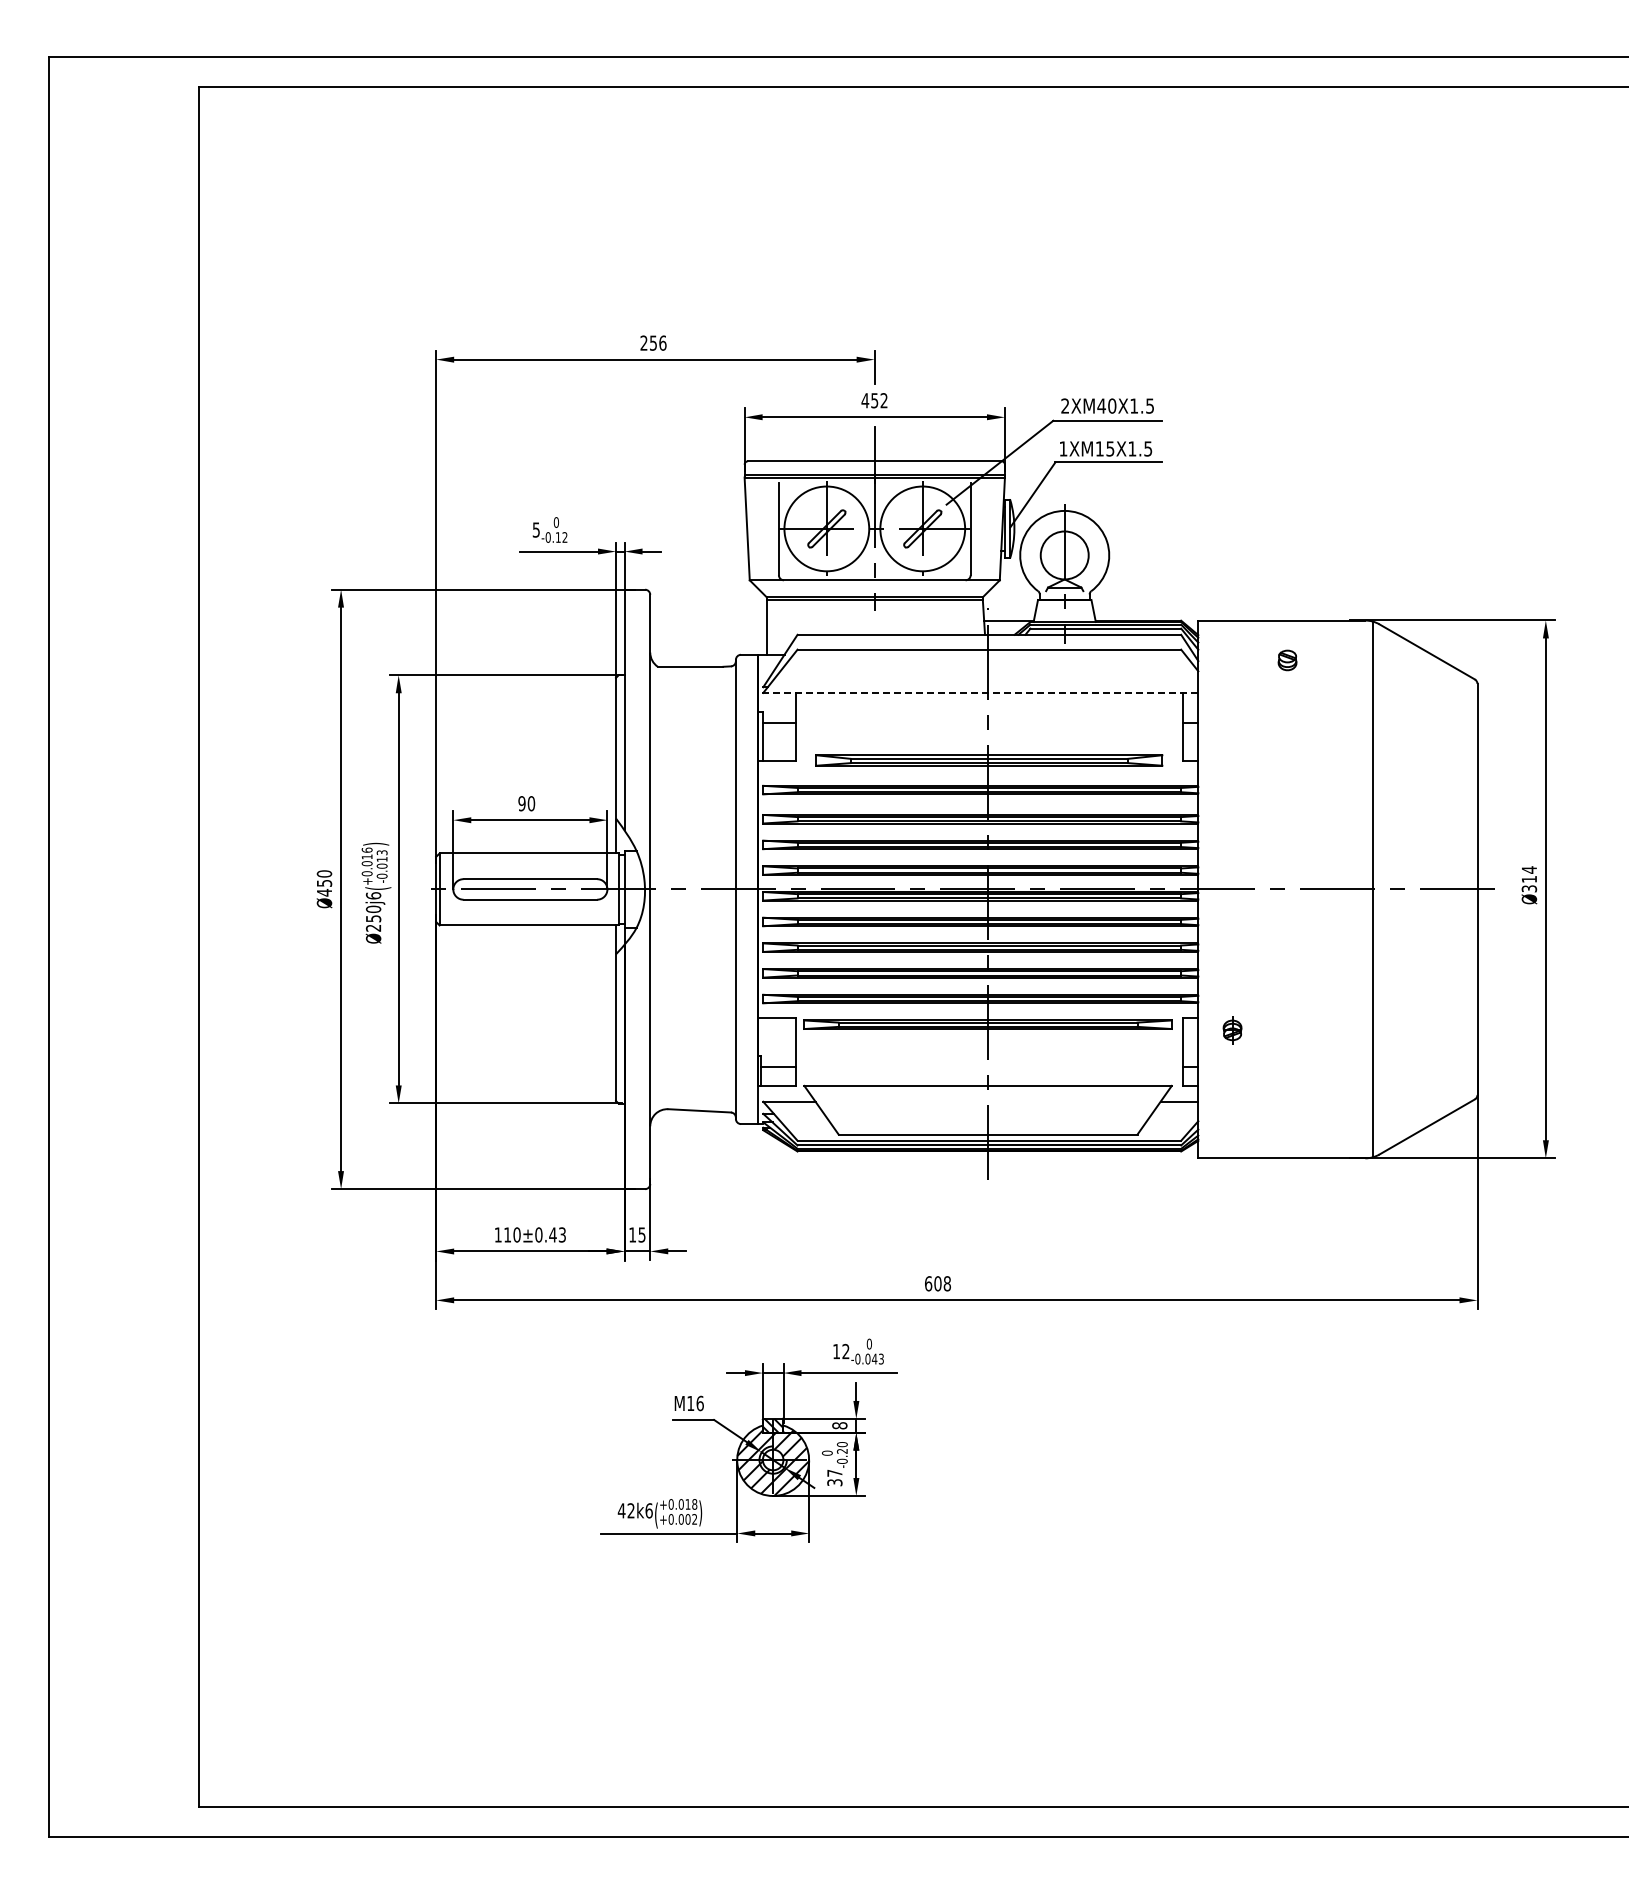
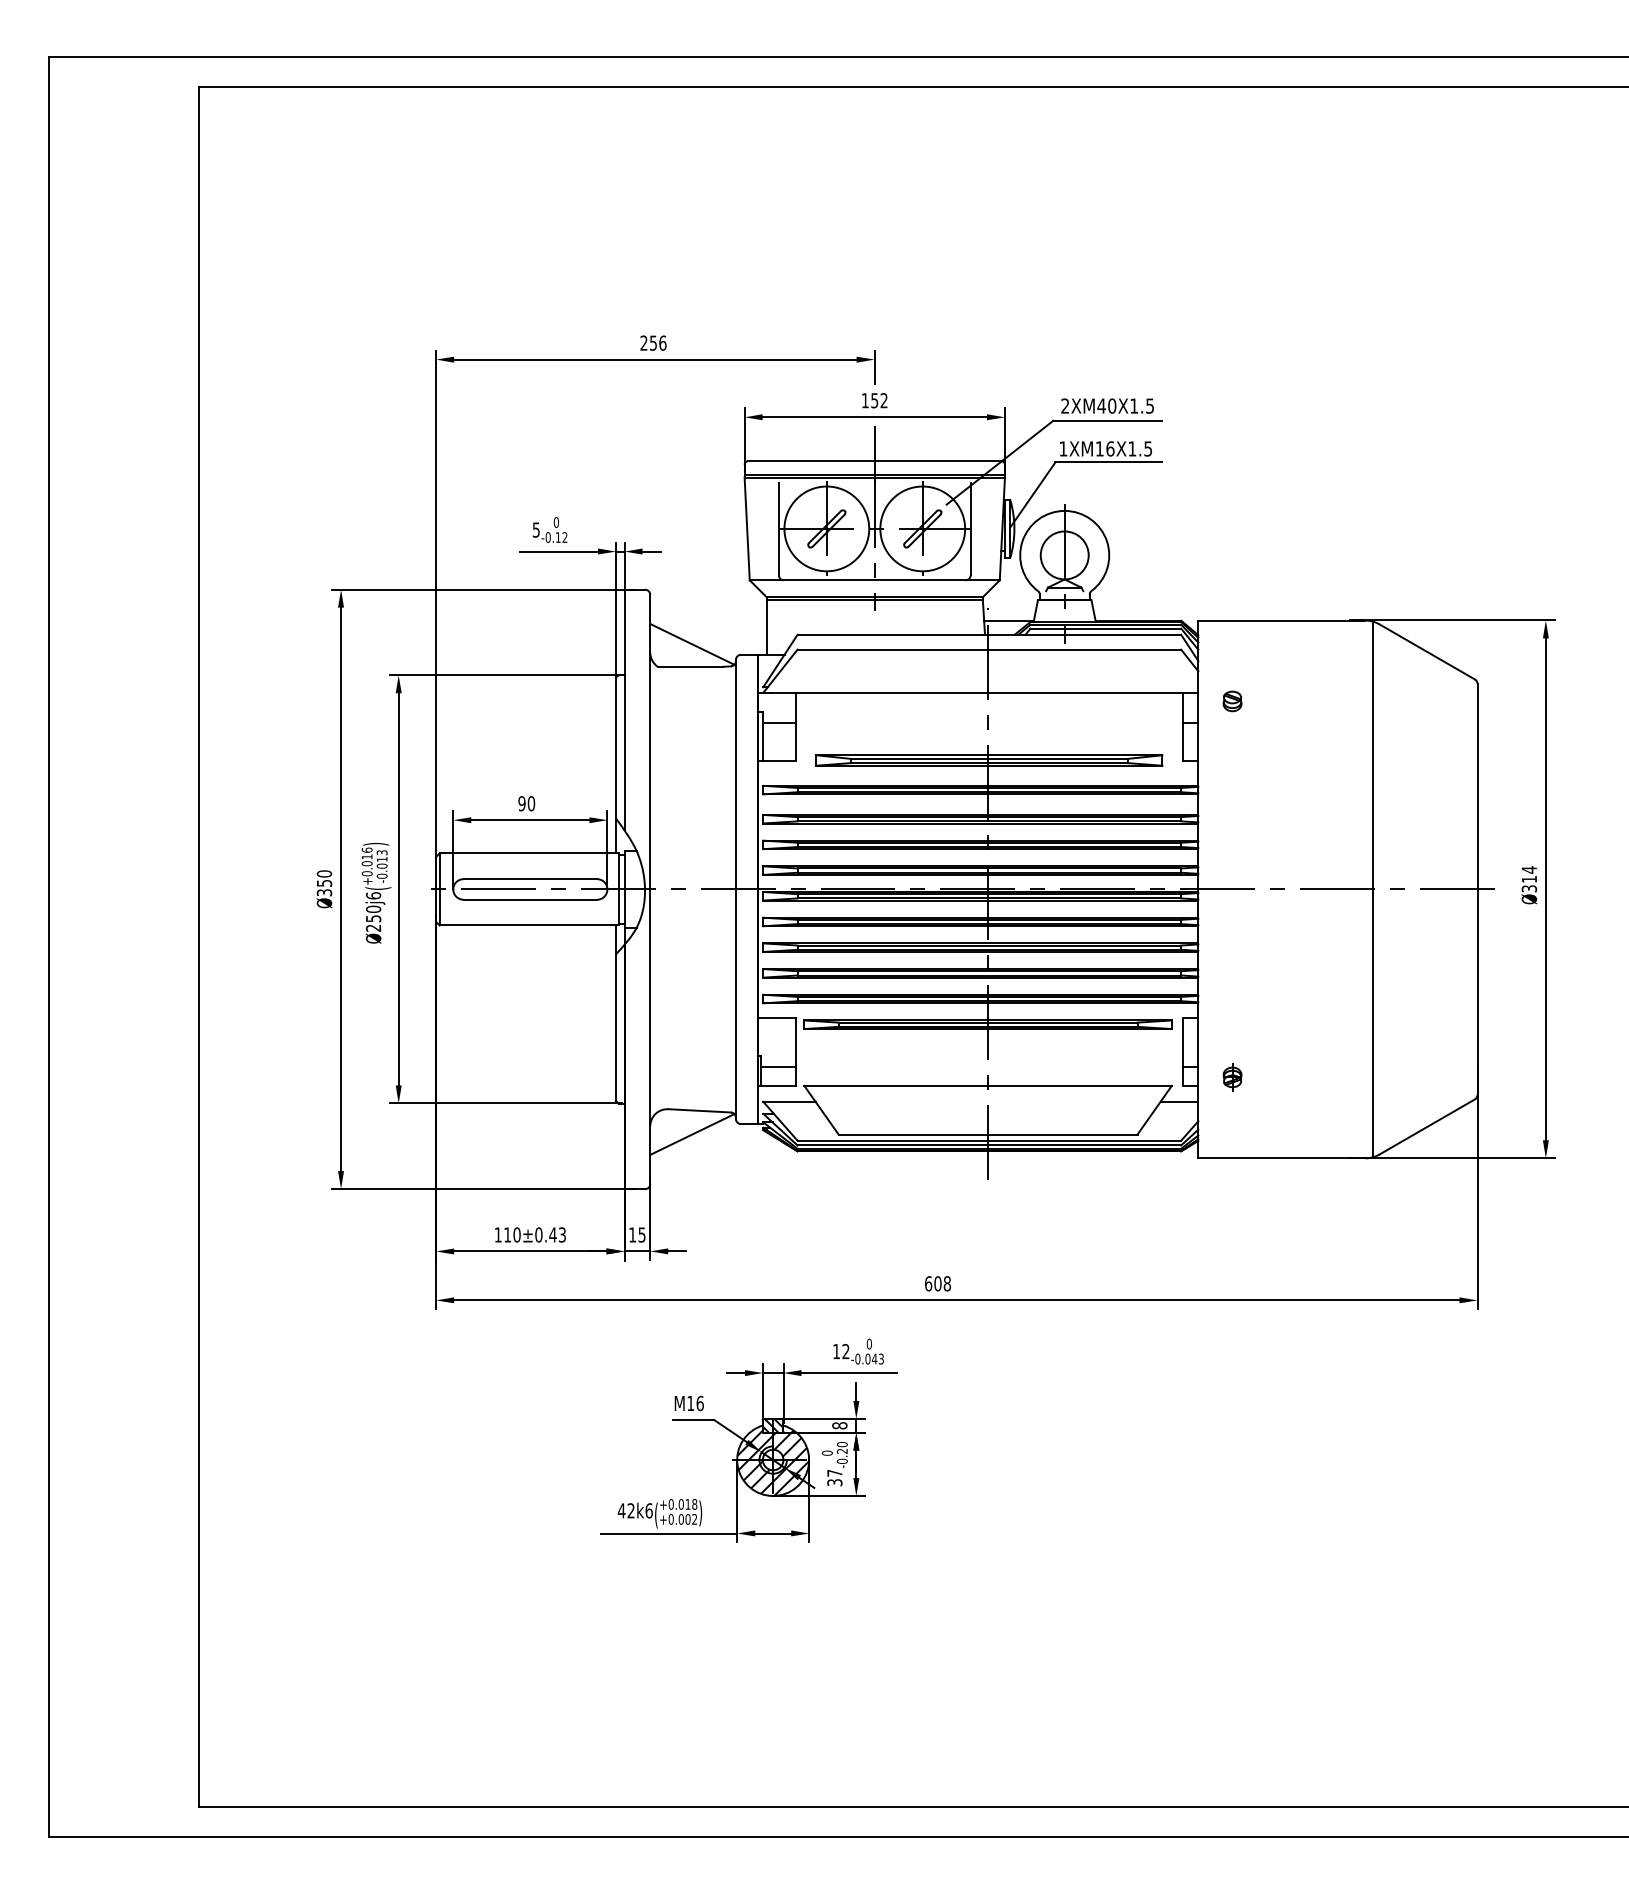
text at (865, 400): 452 -> 152
text at (1110, 448): 1XM15X1.5 -> 1XM16X1.5
line at (692, 643): none -> present
part at (1287, 660) position: (1287, 660) -> (1232, 701)
line at (977, 692): dashed -> solid
text at (324, 892): Ø450 -> Ø350
part at (1232, 1030) position: (1232, 1030) -> (1232, 1077)
line at (692, 1134): none -> present
